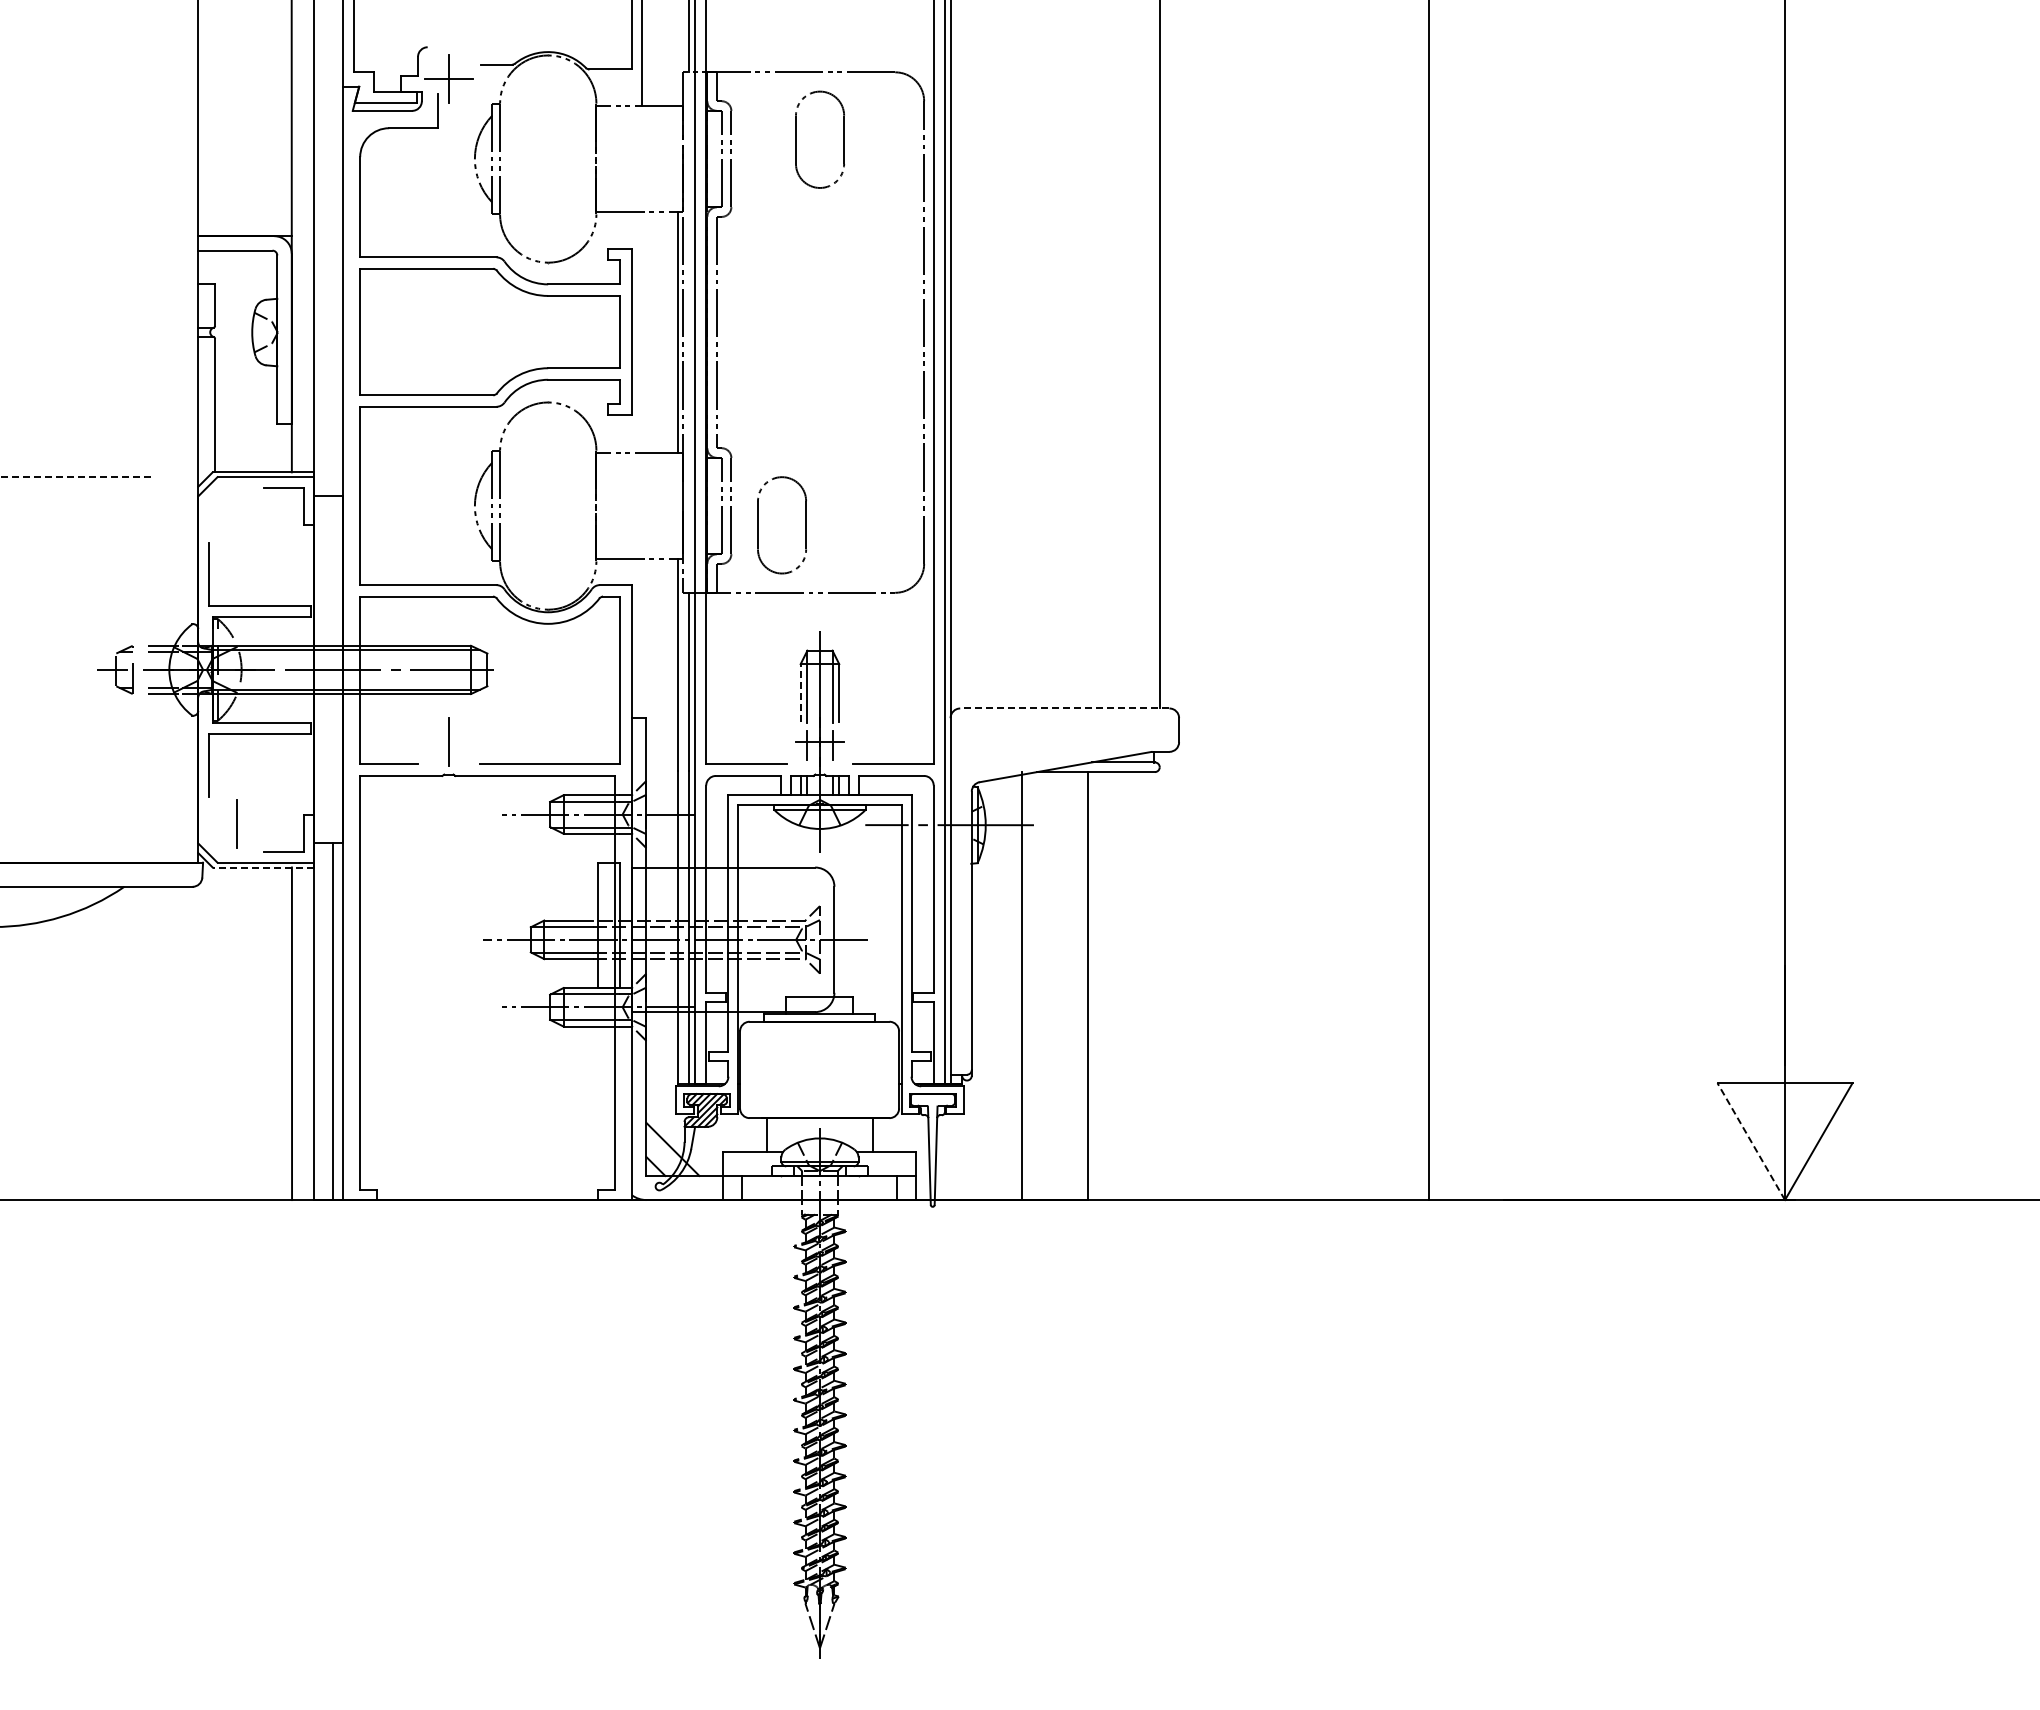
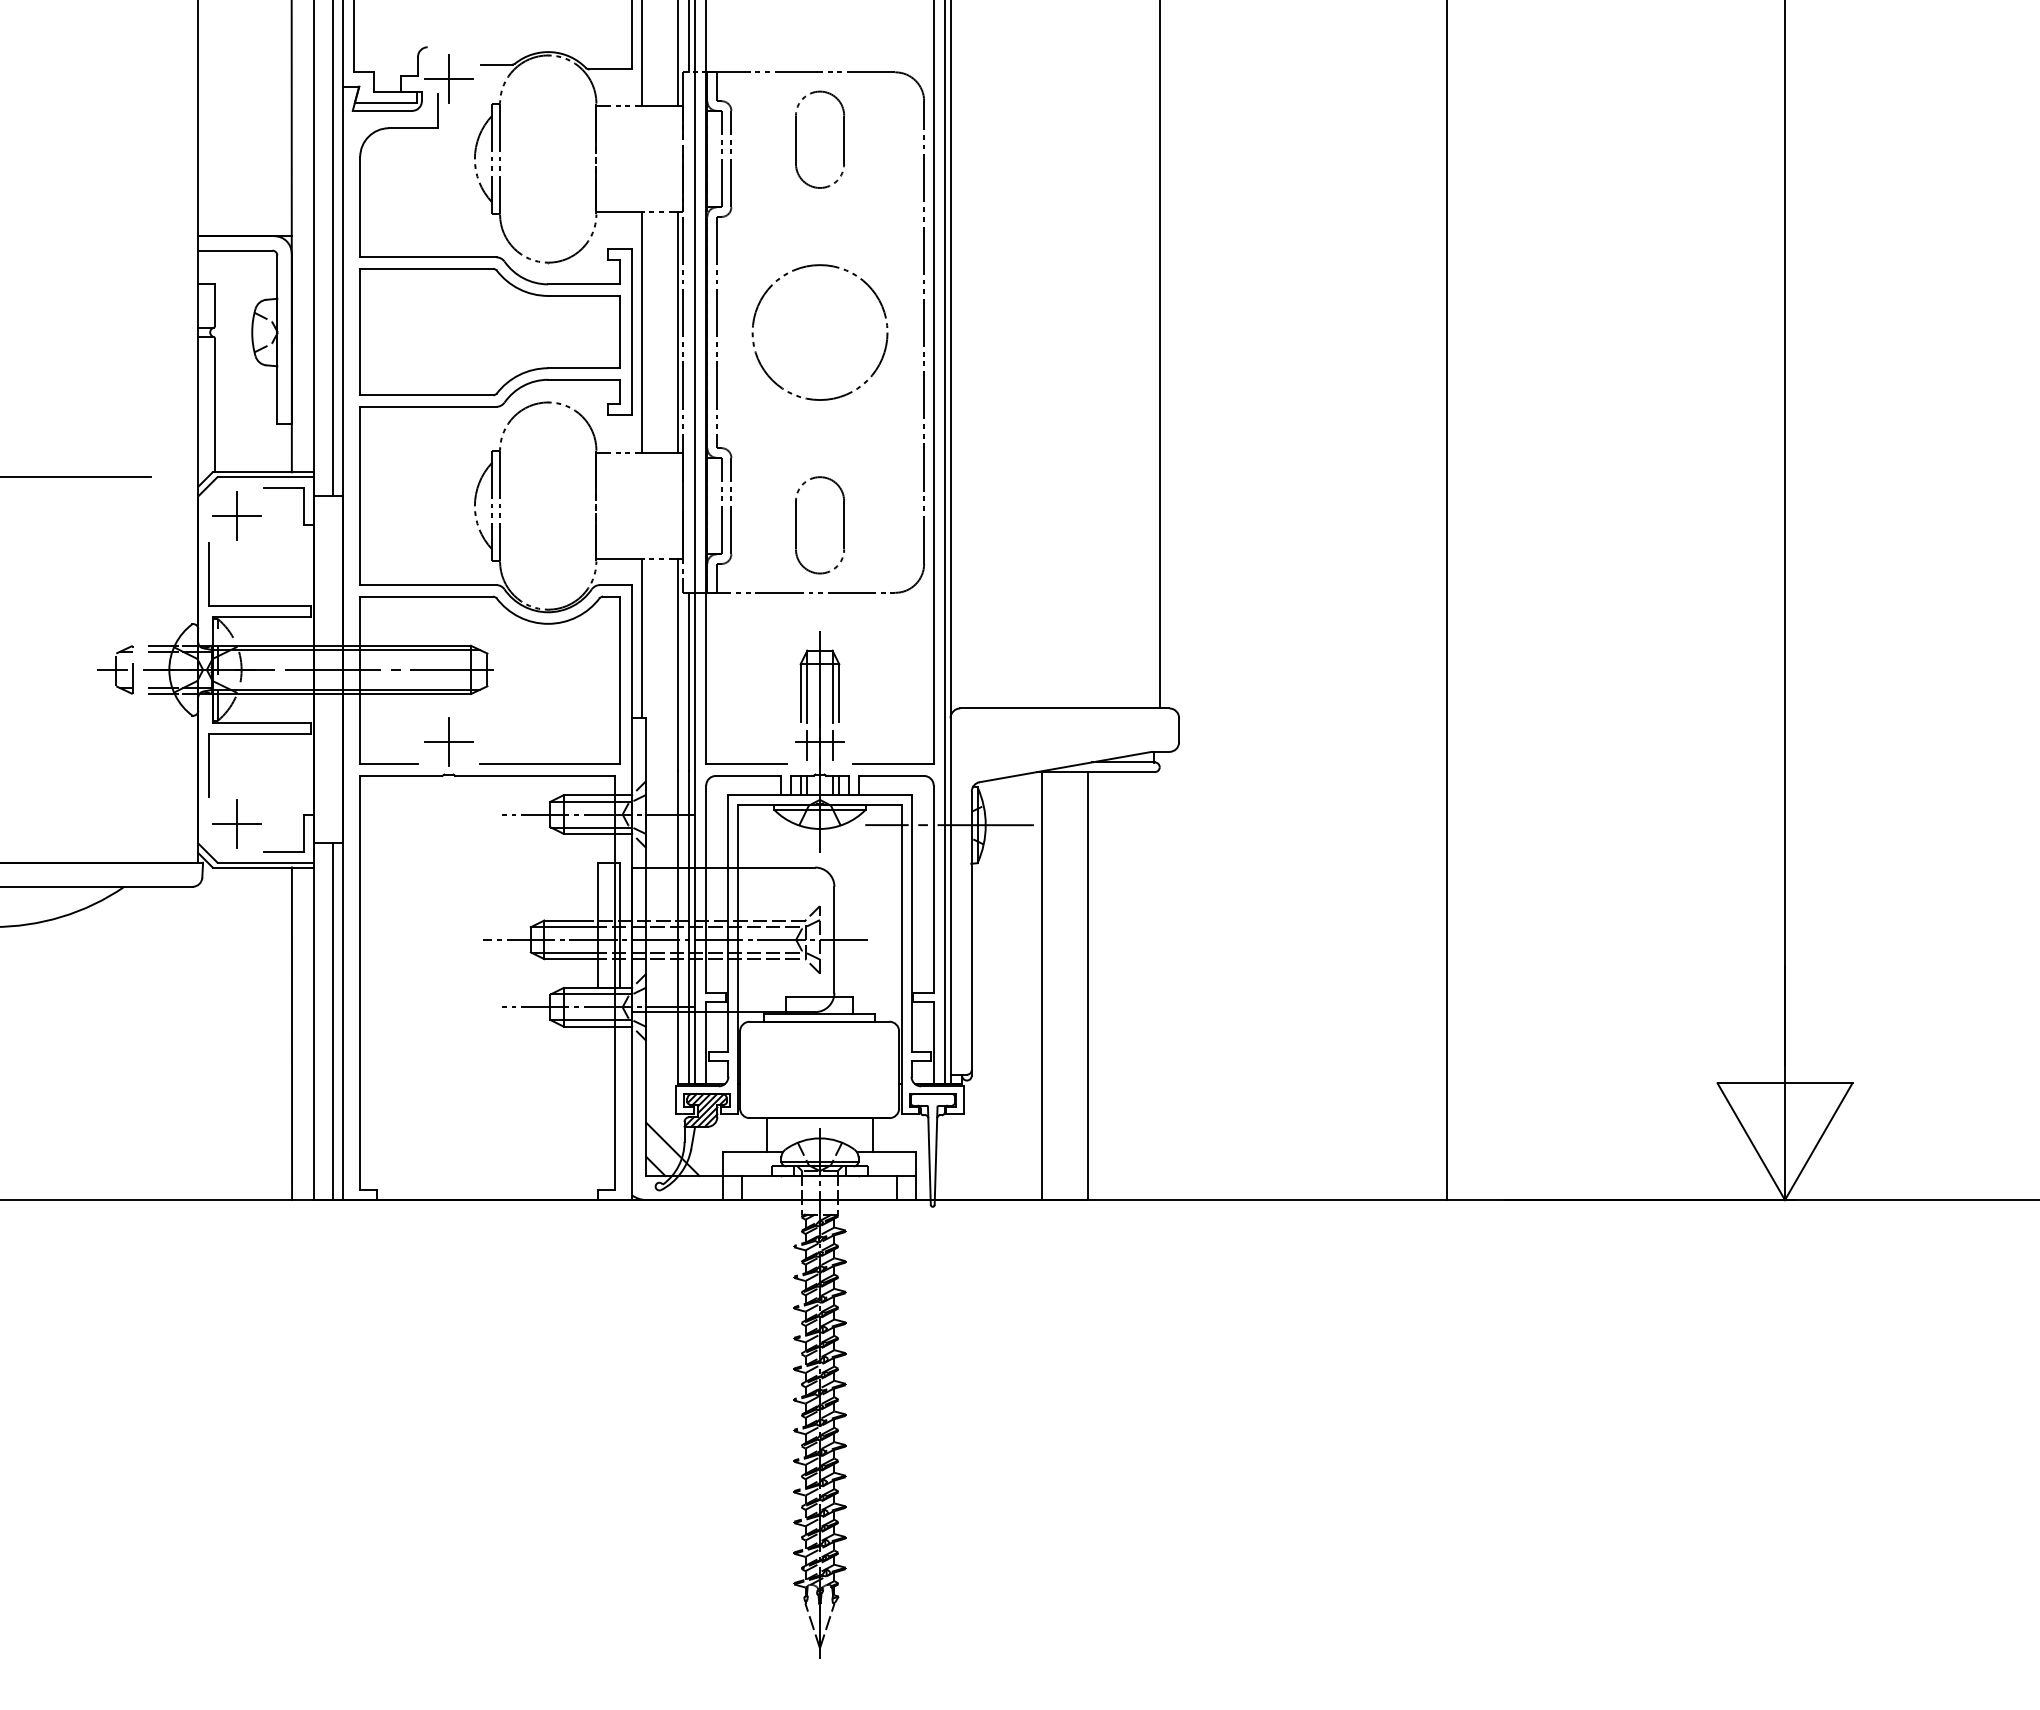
line at (677, 54): none -> present
line at (333, 249): none -> present
line at (641, 332): none -> present
circle at (819, 332): none -> present
line at (75, 477): dashed -> solid
part at (236, 515): none -> present
part at (758, 525) position: (758, 525) -> (796, 525)
line at (1428, 601) position: (1428, 601) -> (1446, 601)
line at (641, 638): none -> present
line at (800, 693): dashed -> solid
line at (1064, 708): dashed -> solid
line at (448, 742): none -> present
line at (236, 824): none -> present
line at (263, 867): dashed -> solid
line at (1021, 986) position: (1021, 986) -> (1041, 986)
line at (1751, 1141): dashed -> solid
